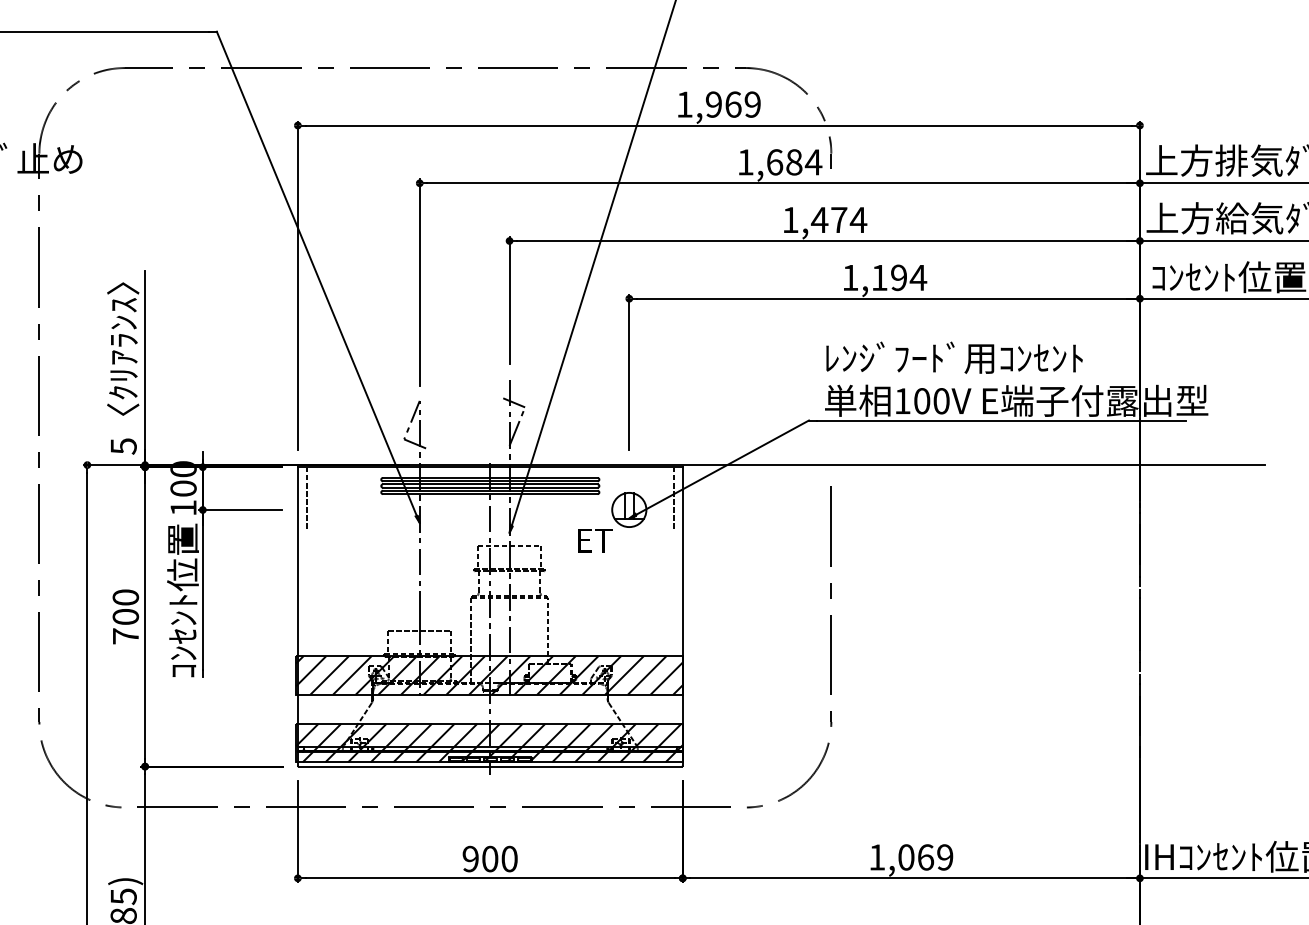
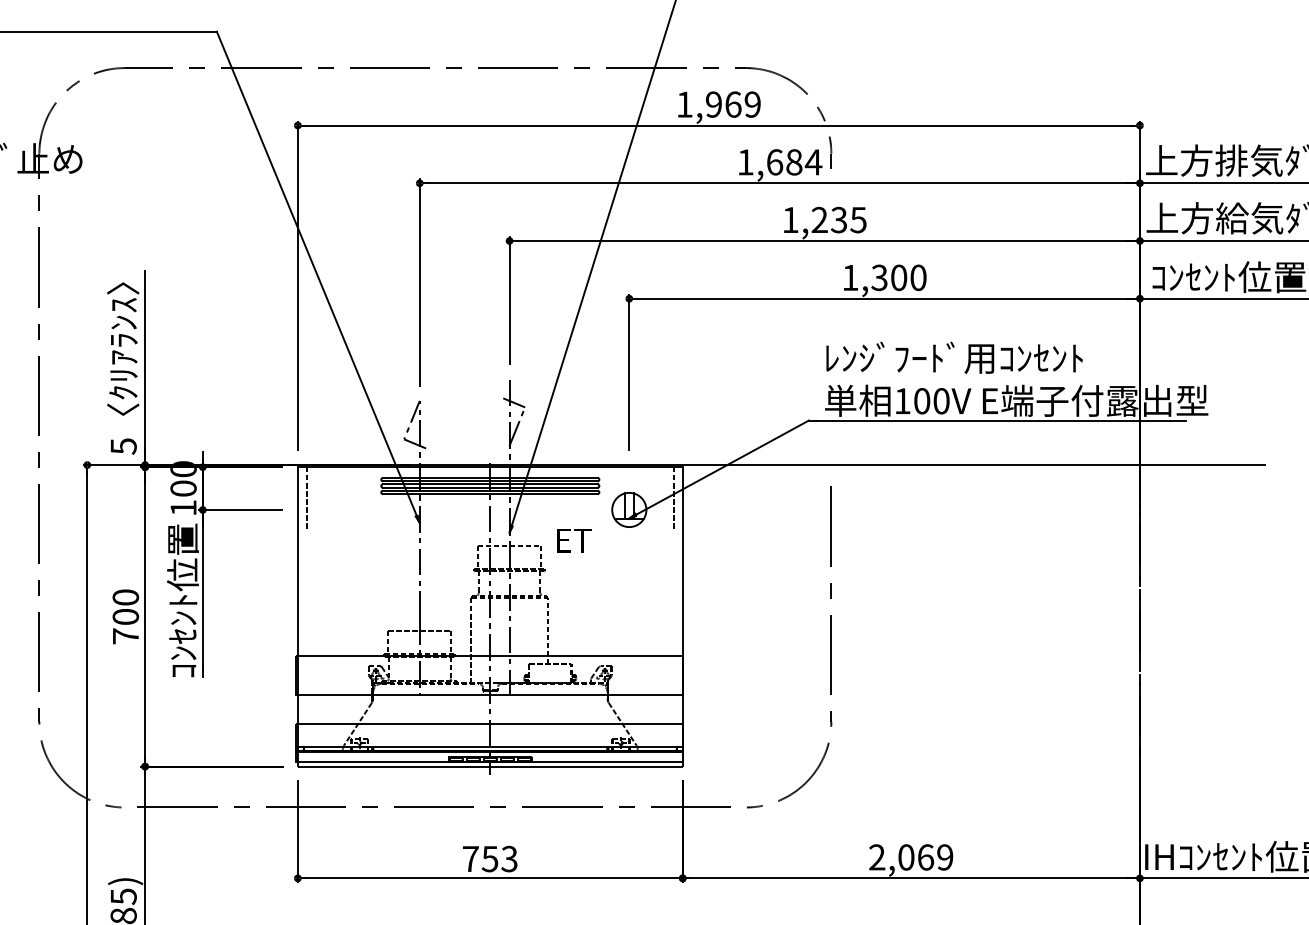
text at (838, 219): 1,474 -> 1,235
text at (899, 277): 1,194 -> 1,300
text at (595, 540) position: (595, 540) -> (574, 540)
hatch at (489, 675): present -> none
hatch at (489, 742): present -> none
text at (877, 857): 1,069 -> 2,069
text at (489, 858): 900 -> 753
